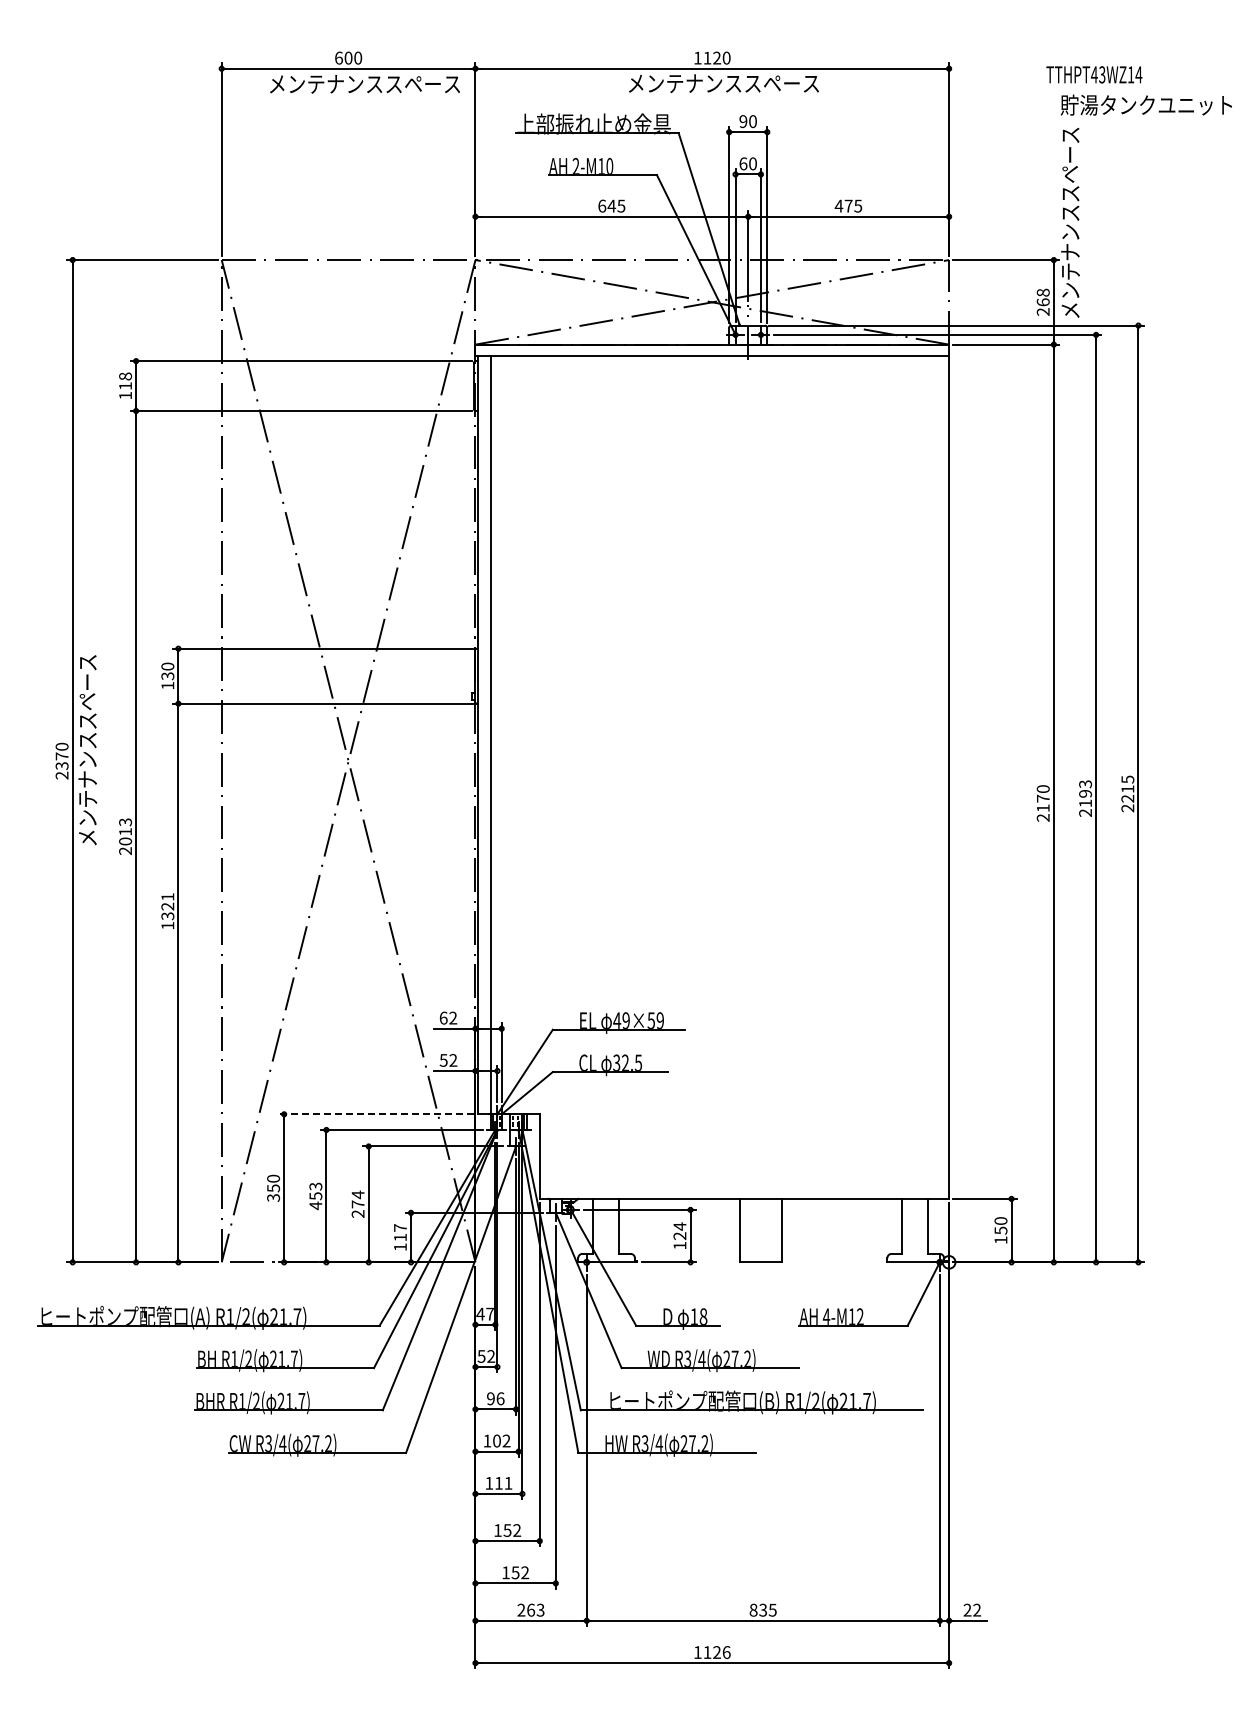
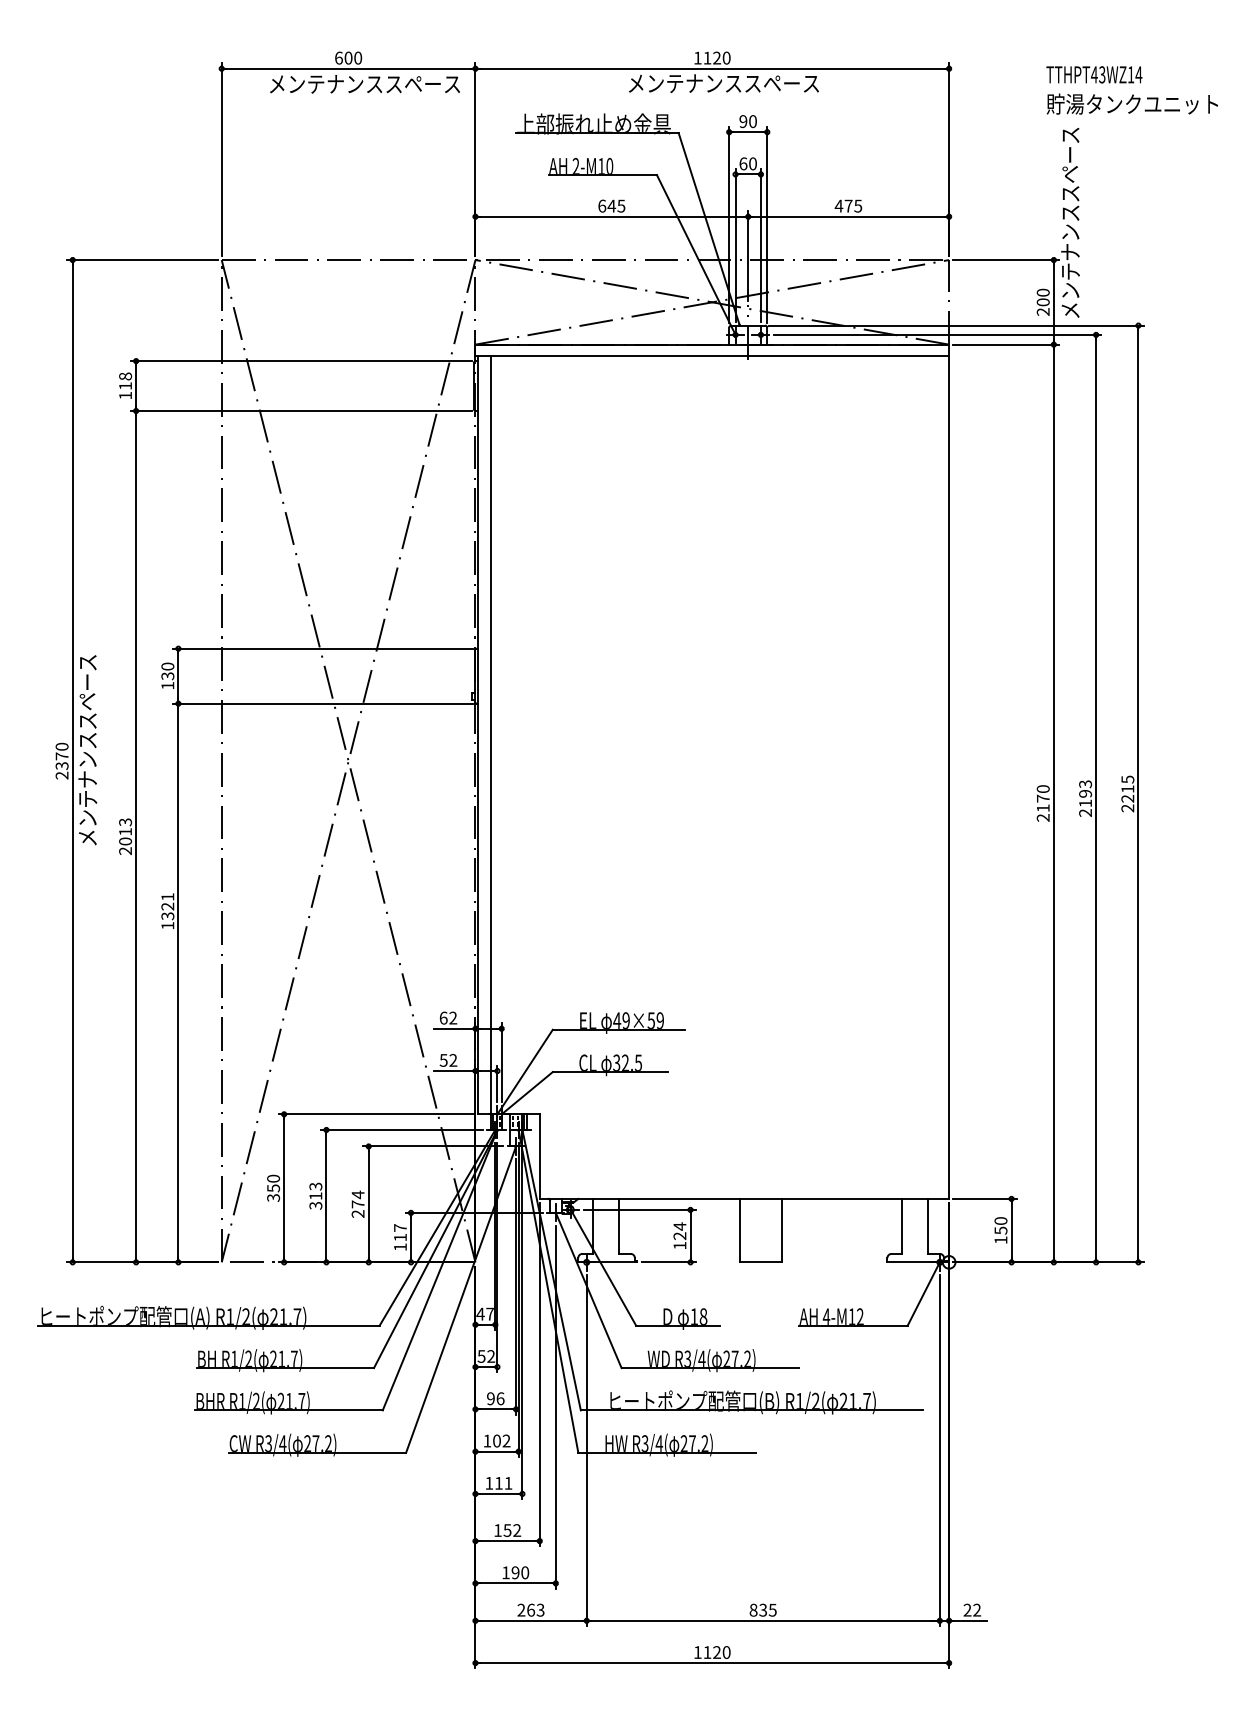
text at (1145, 104) position: (1145, 104) -> (1131, 103)
text at (1042, 297): 268 -> 200
line at (375, 1114): dashed -> solid
text at (315, 1201): 453 -> 313
text at (520, 1572): 152 -> 190
text at (726, 1652): 1126 -> 1120
